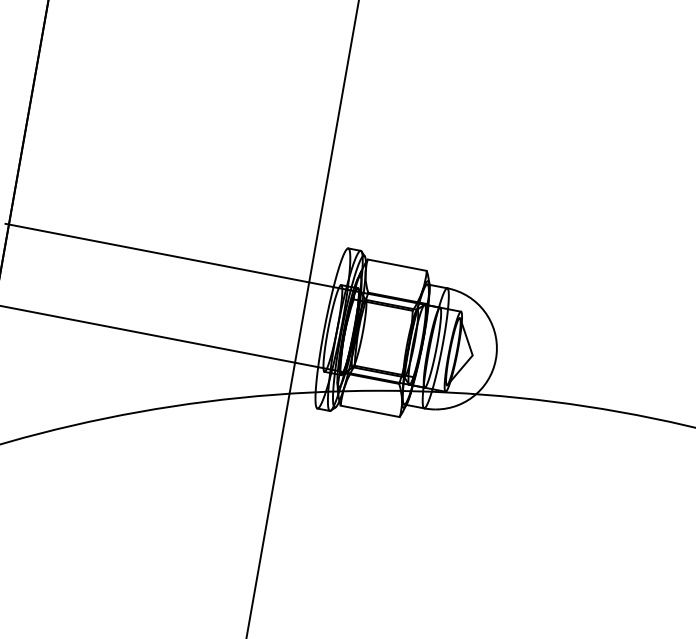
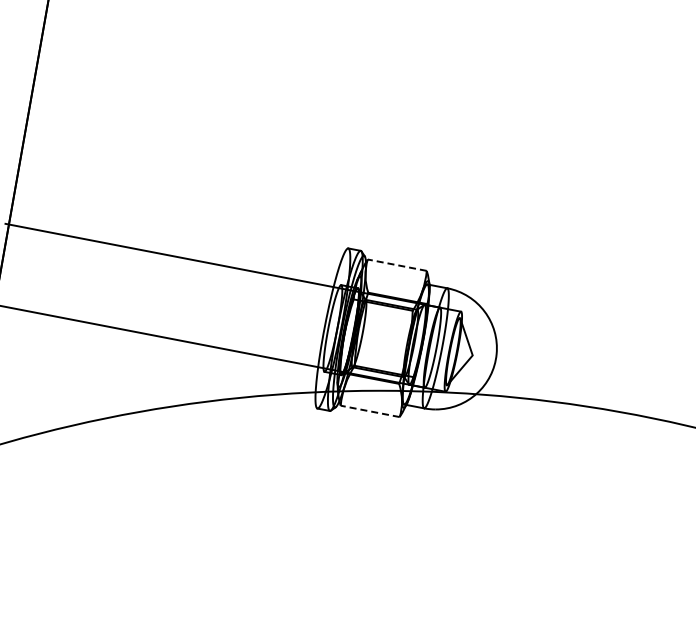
line at (396, 265): solid -> dashed
line at (302, 318): present -> none
line at (369, 411): solid -> dashed
